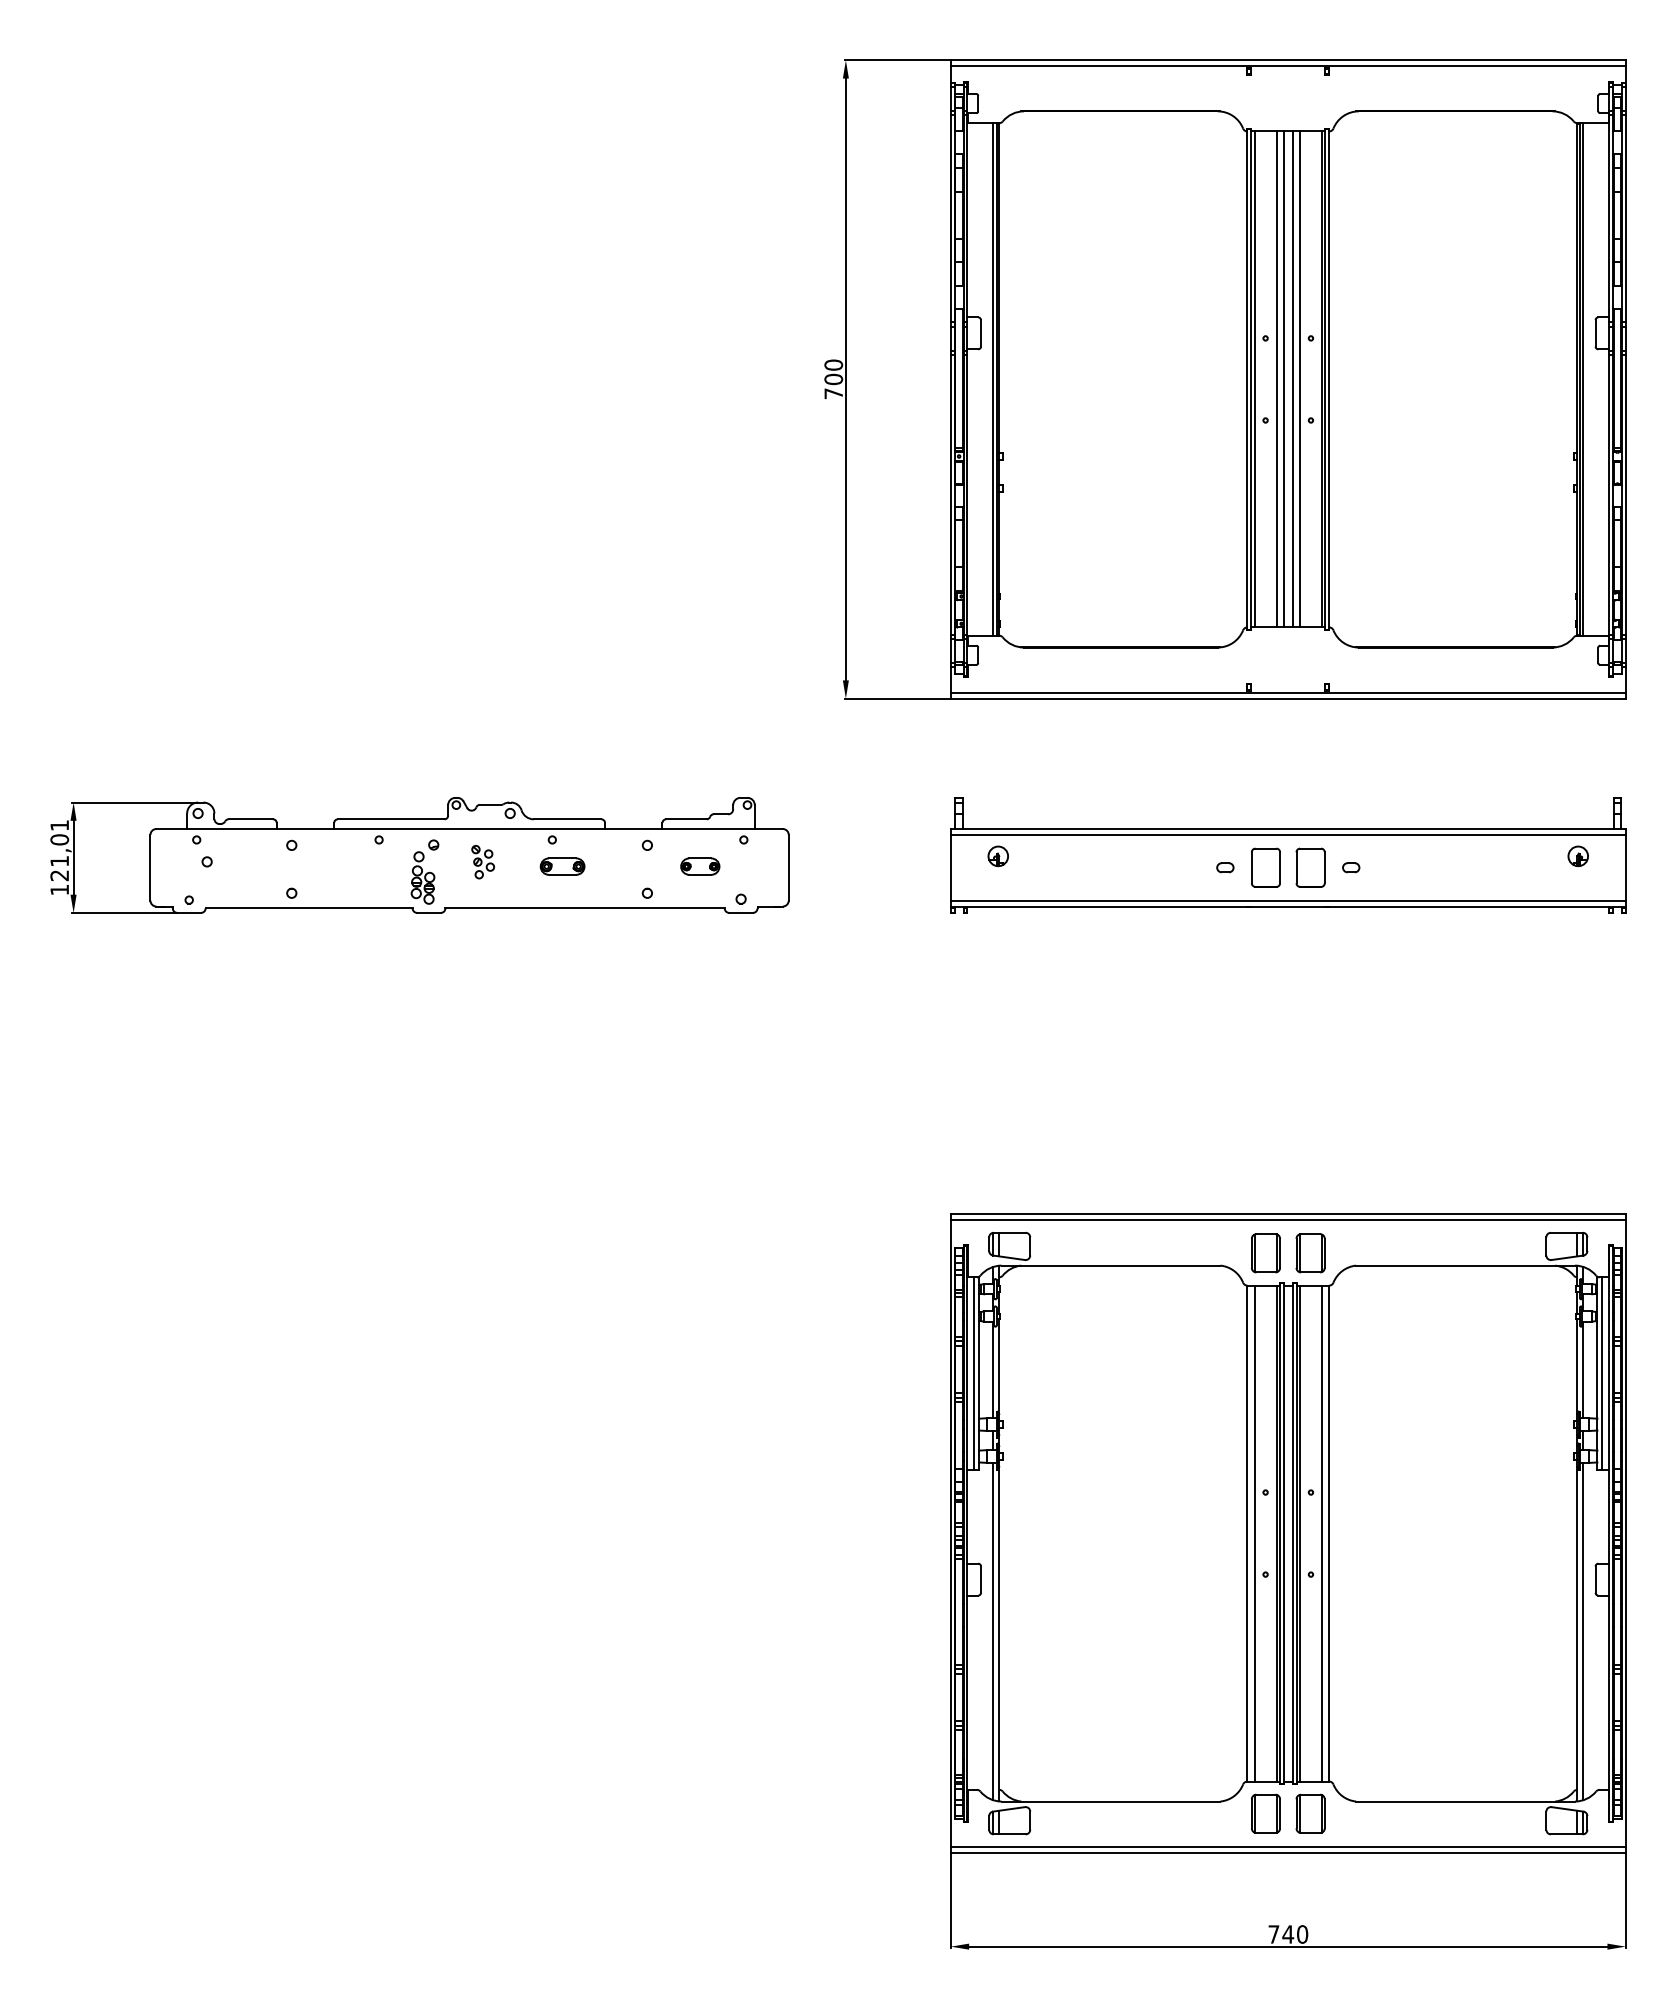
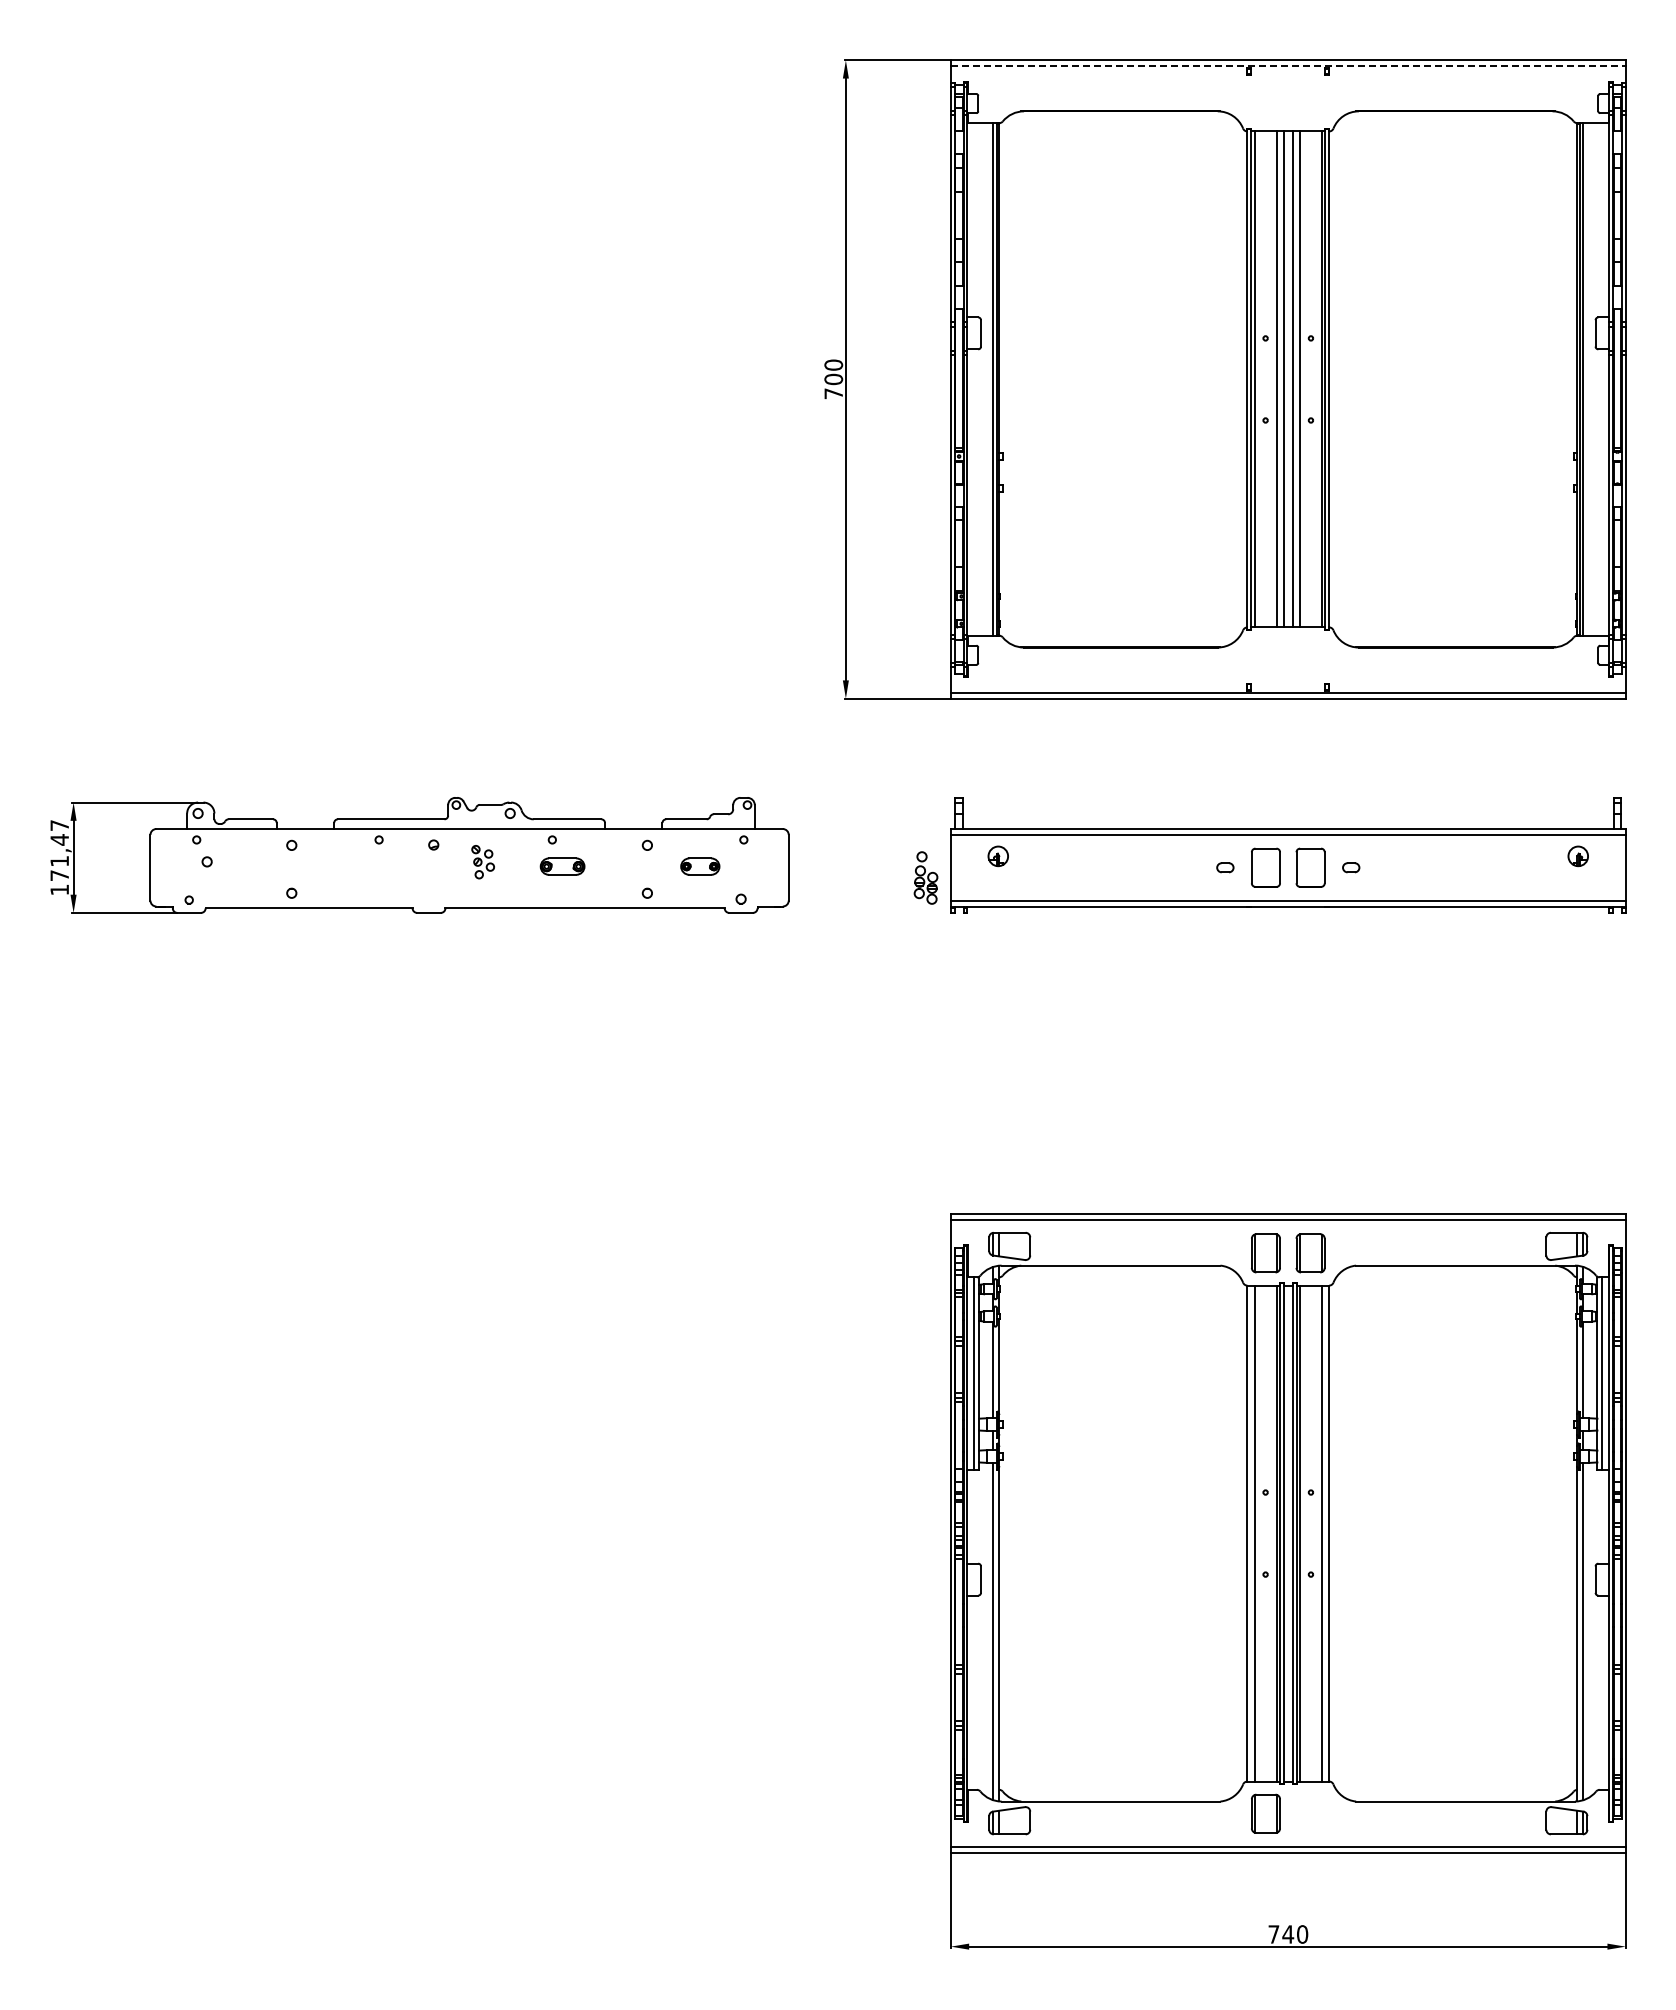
line at (1288, 66): solid -> dashed
text at (59, 850): 121,01 -> 171,47
part at (422, 877) position: (422, 877) -> (925, 877)
part at (1310, 1813): present -> none
